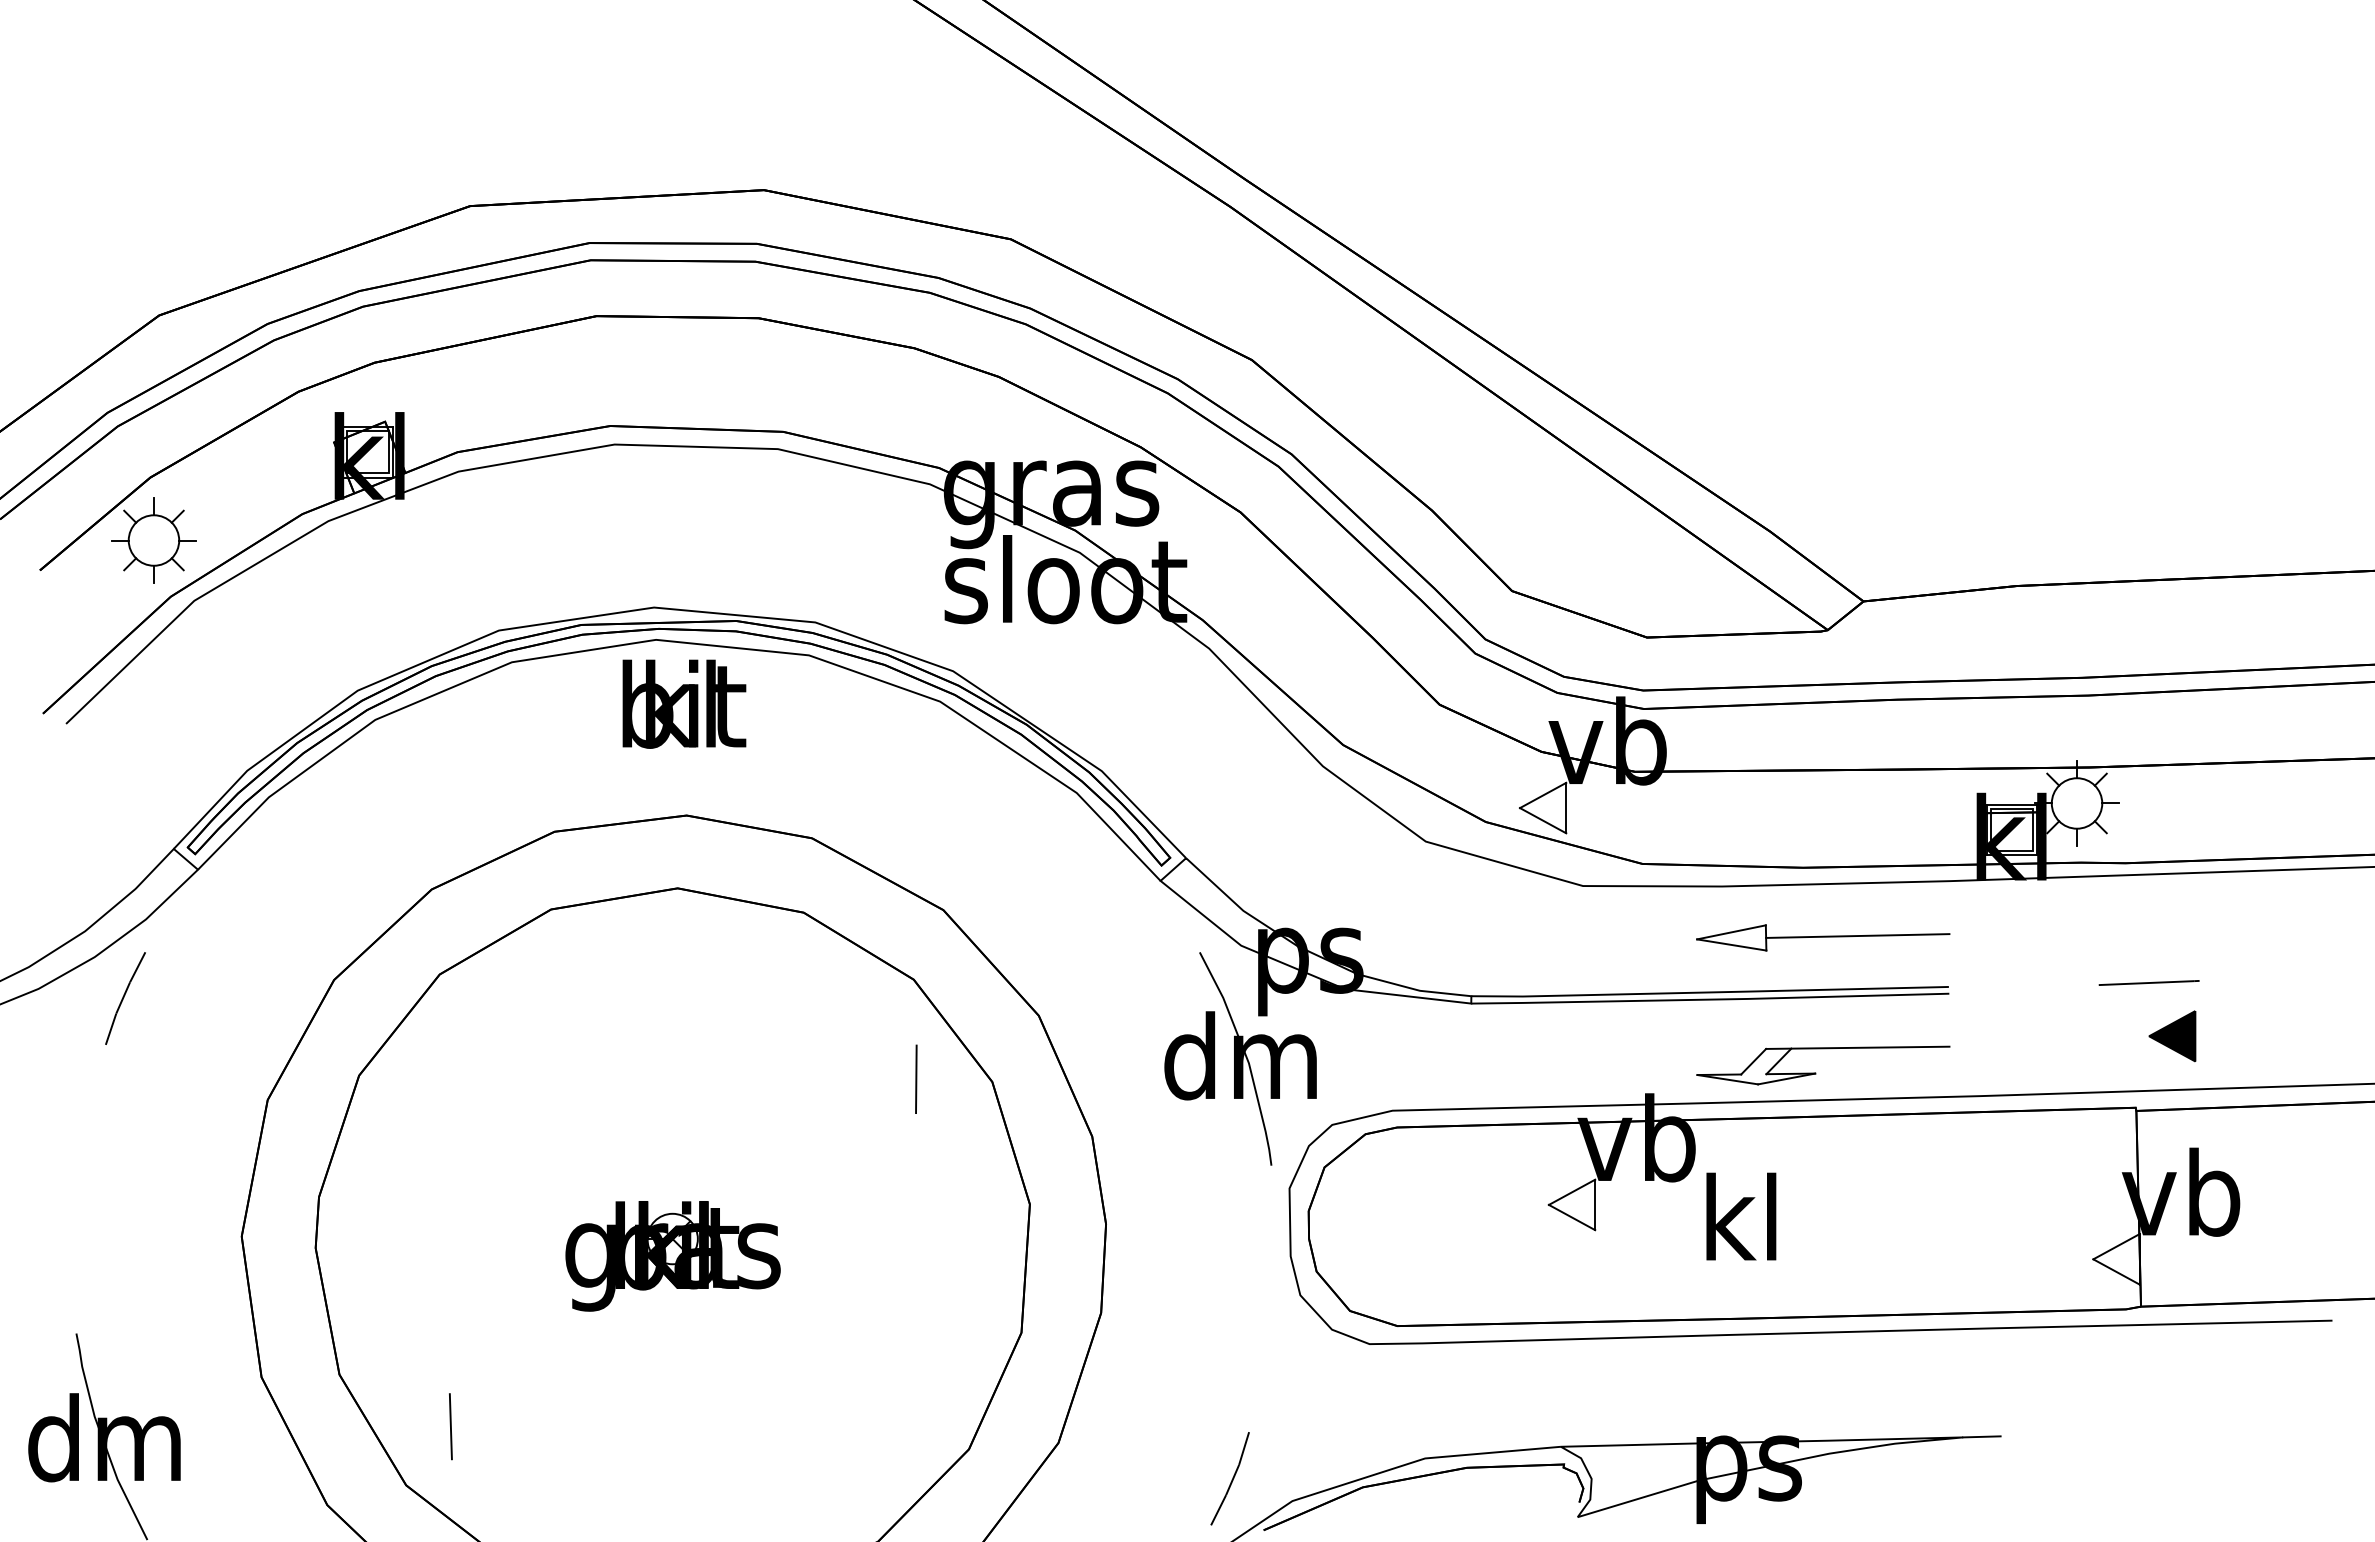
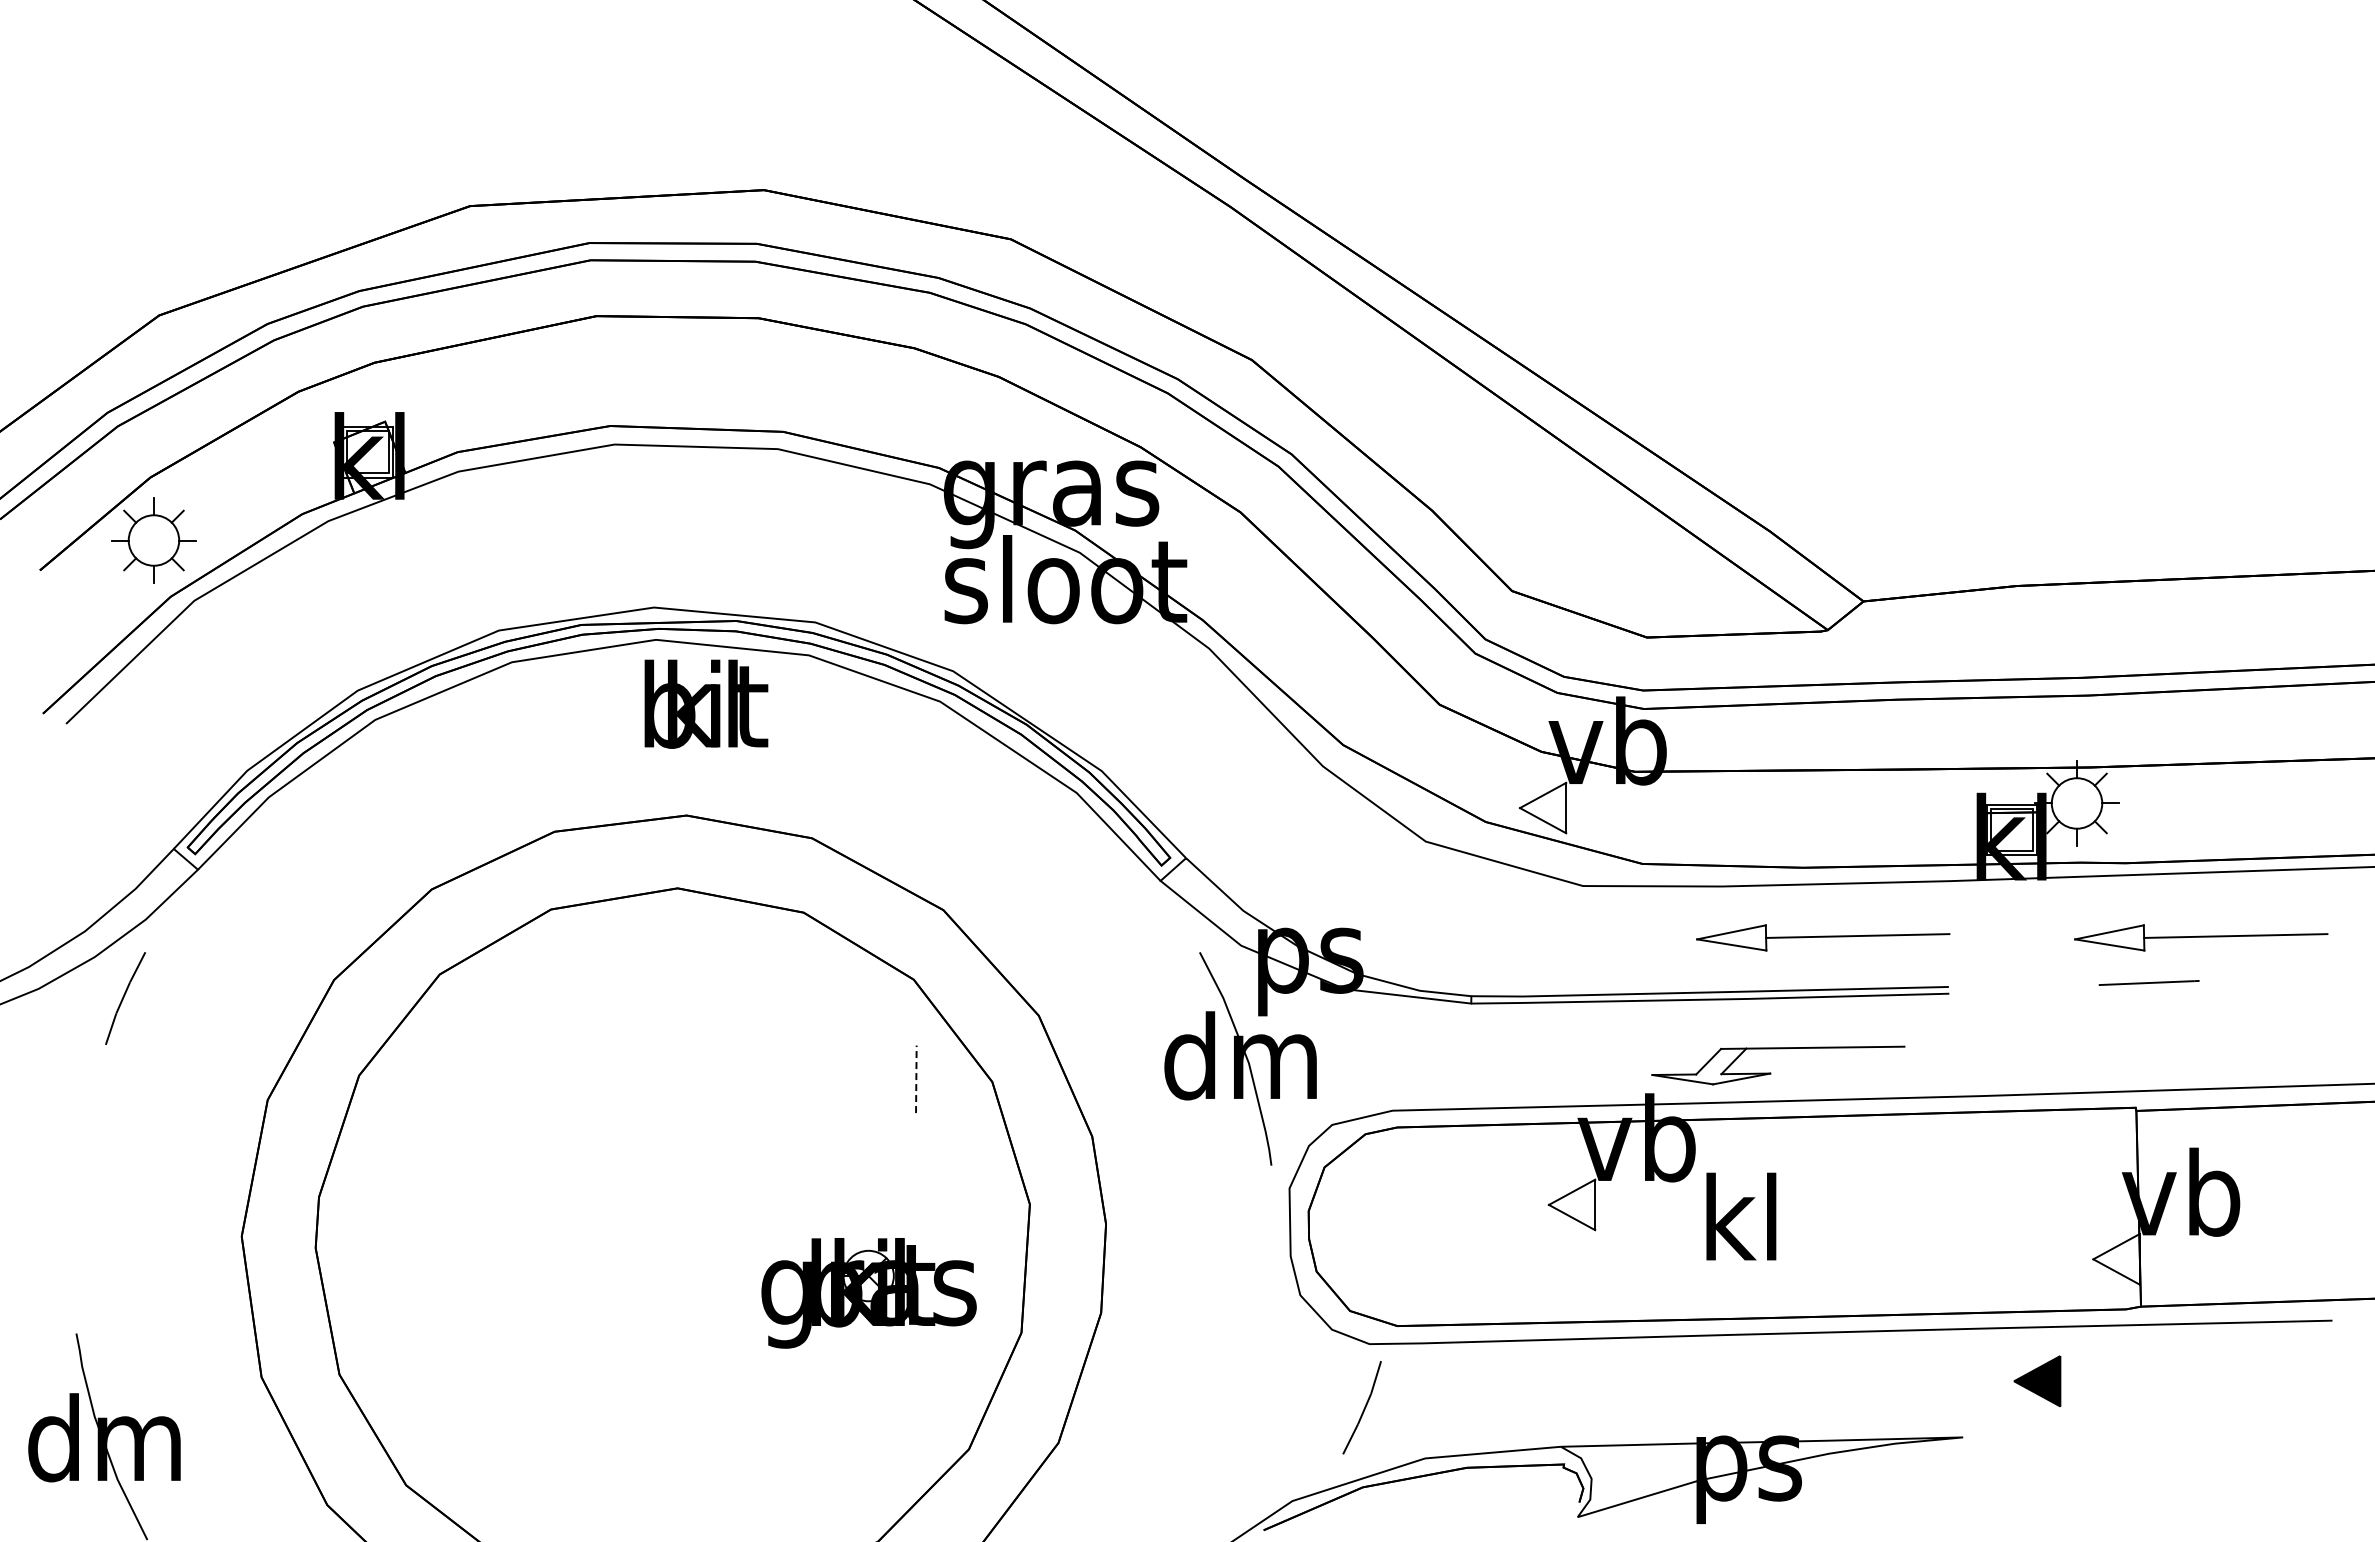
text at (684, 703) position: (684, 703) -> (706, 703)
part at (2201, 937): none -> present
part at (2172, 1036) position: (2172, 1036) -> (2037, 1381)
part at (1815, 1072) position: (1815, 1072) -> (1770, 1072)
line at (916, 1079): solid -> dashed
part at (672, 1256) position: (672, 1256) -> (868, 1293)
line at (450, 1426): present -> none
line at (1981, 1436): present -> none
line at (1231, 1479) position: (1231, 1479) -> (1363, 1408)
